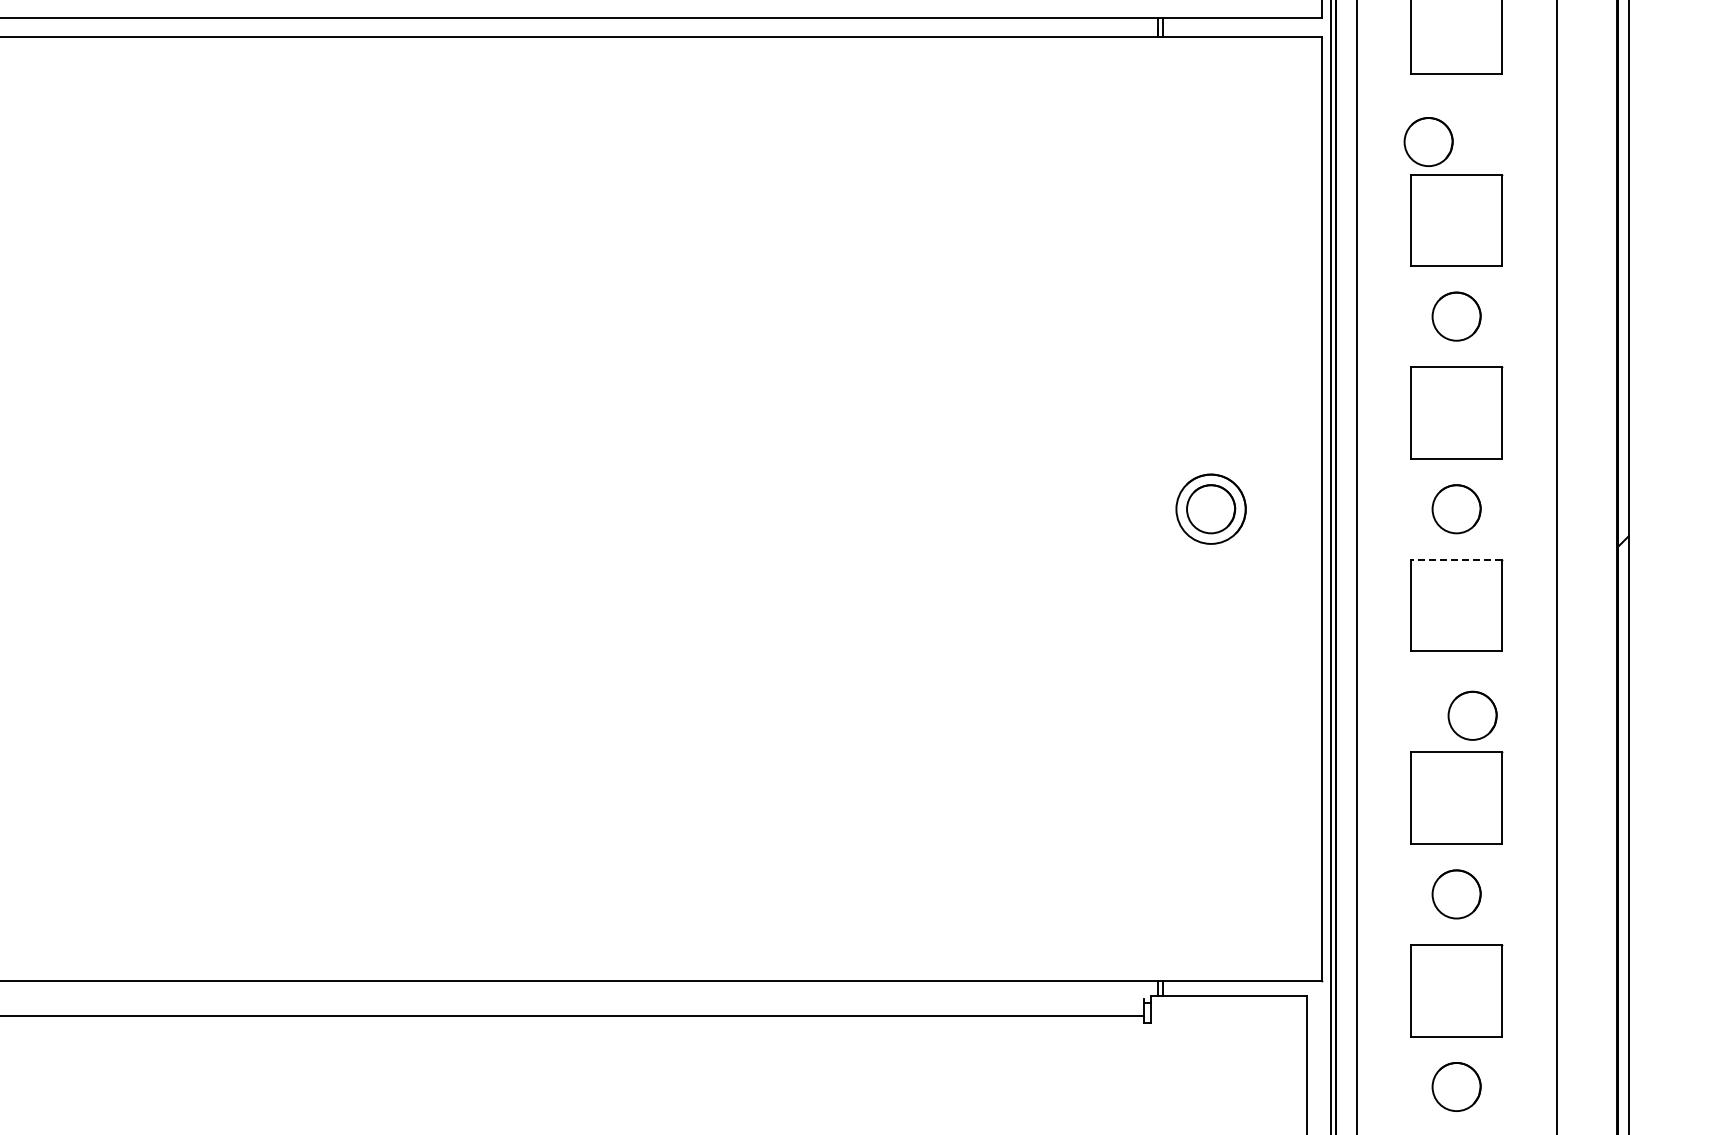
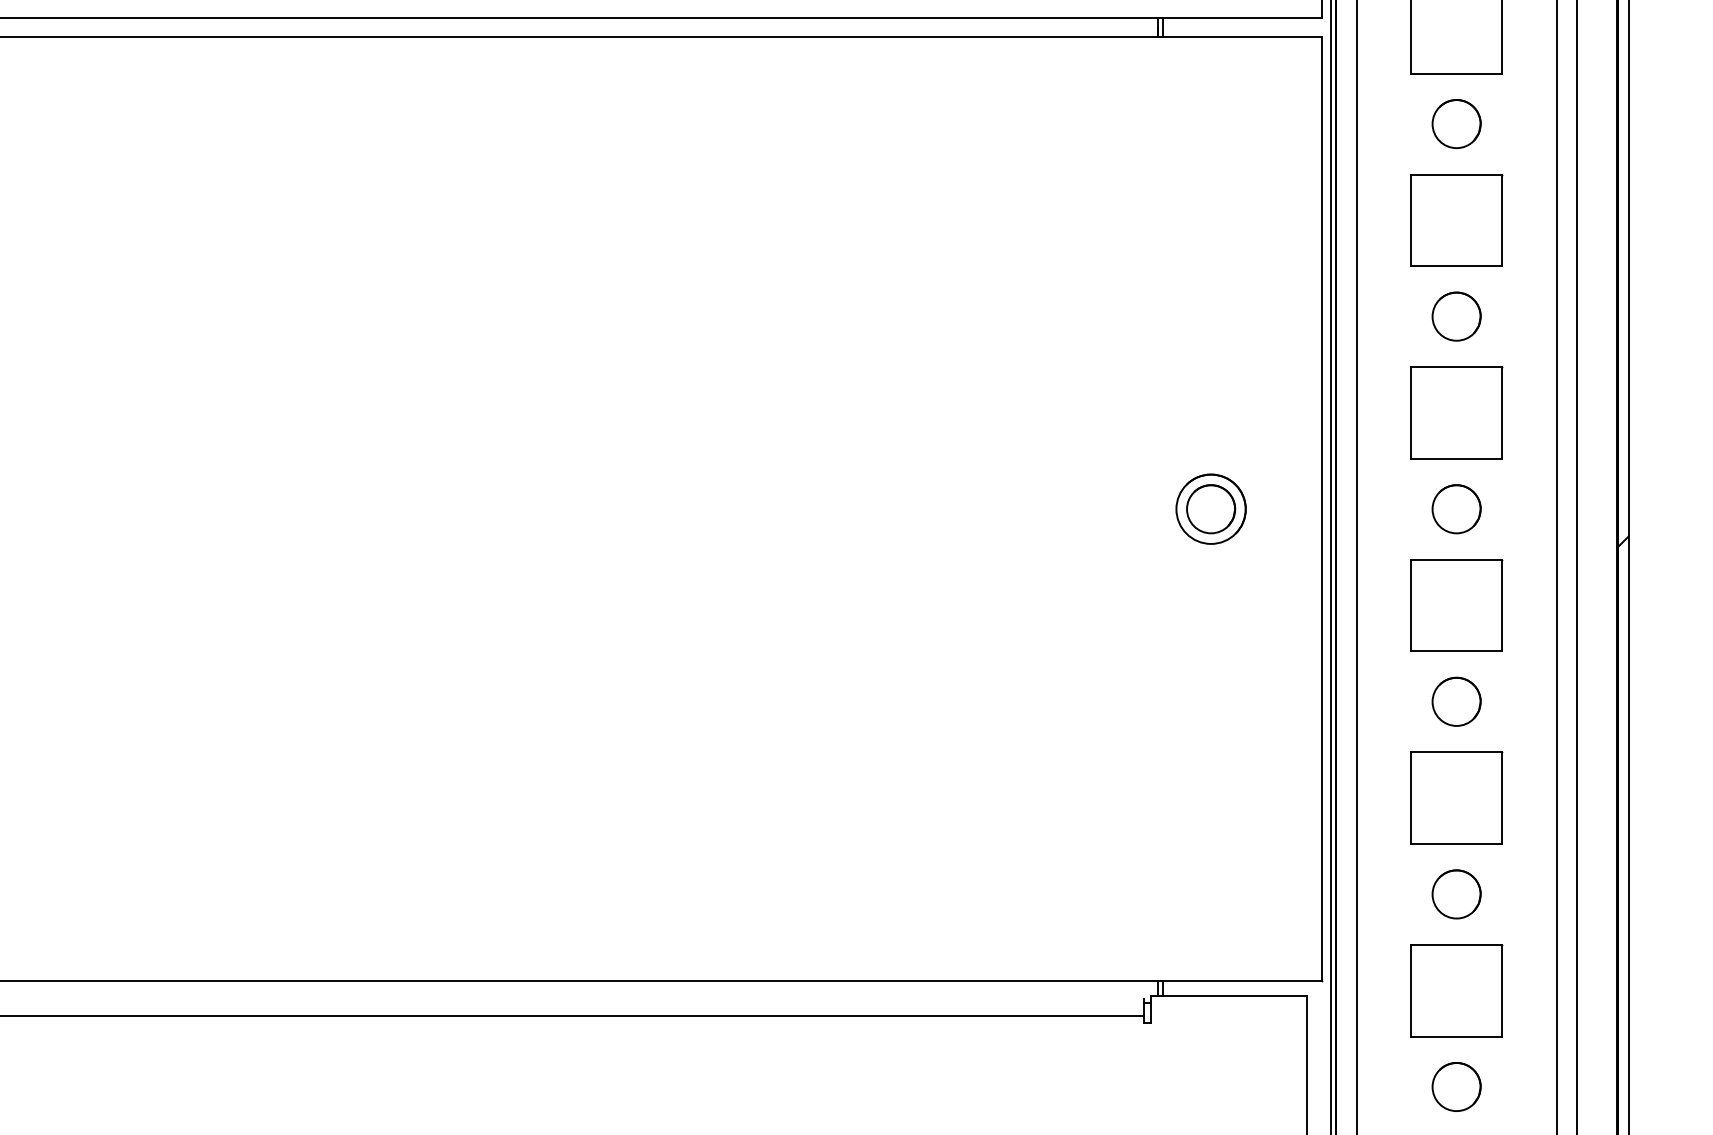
circle at (1428, 141) position: (1428, 141) -> (1456, 123)
line at (1456, 559): dashed -> solid
line at (1577, 566): none -> present
circle at (1472, 715) position: (1472, 715) -> (1456, 701)
